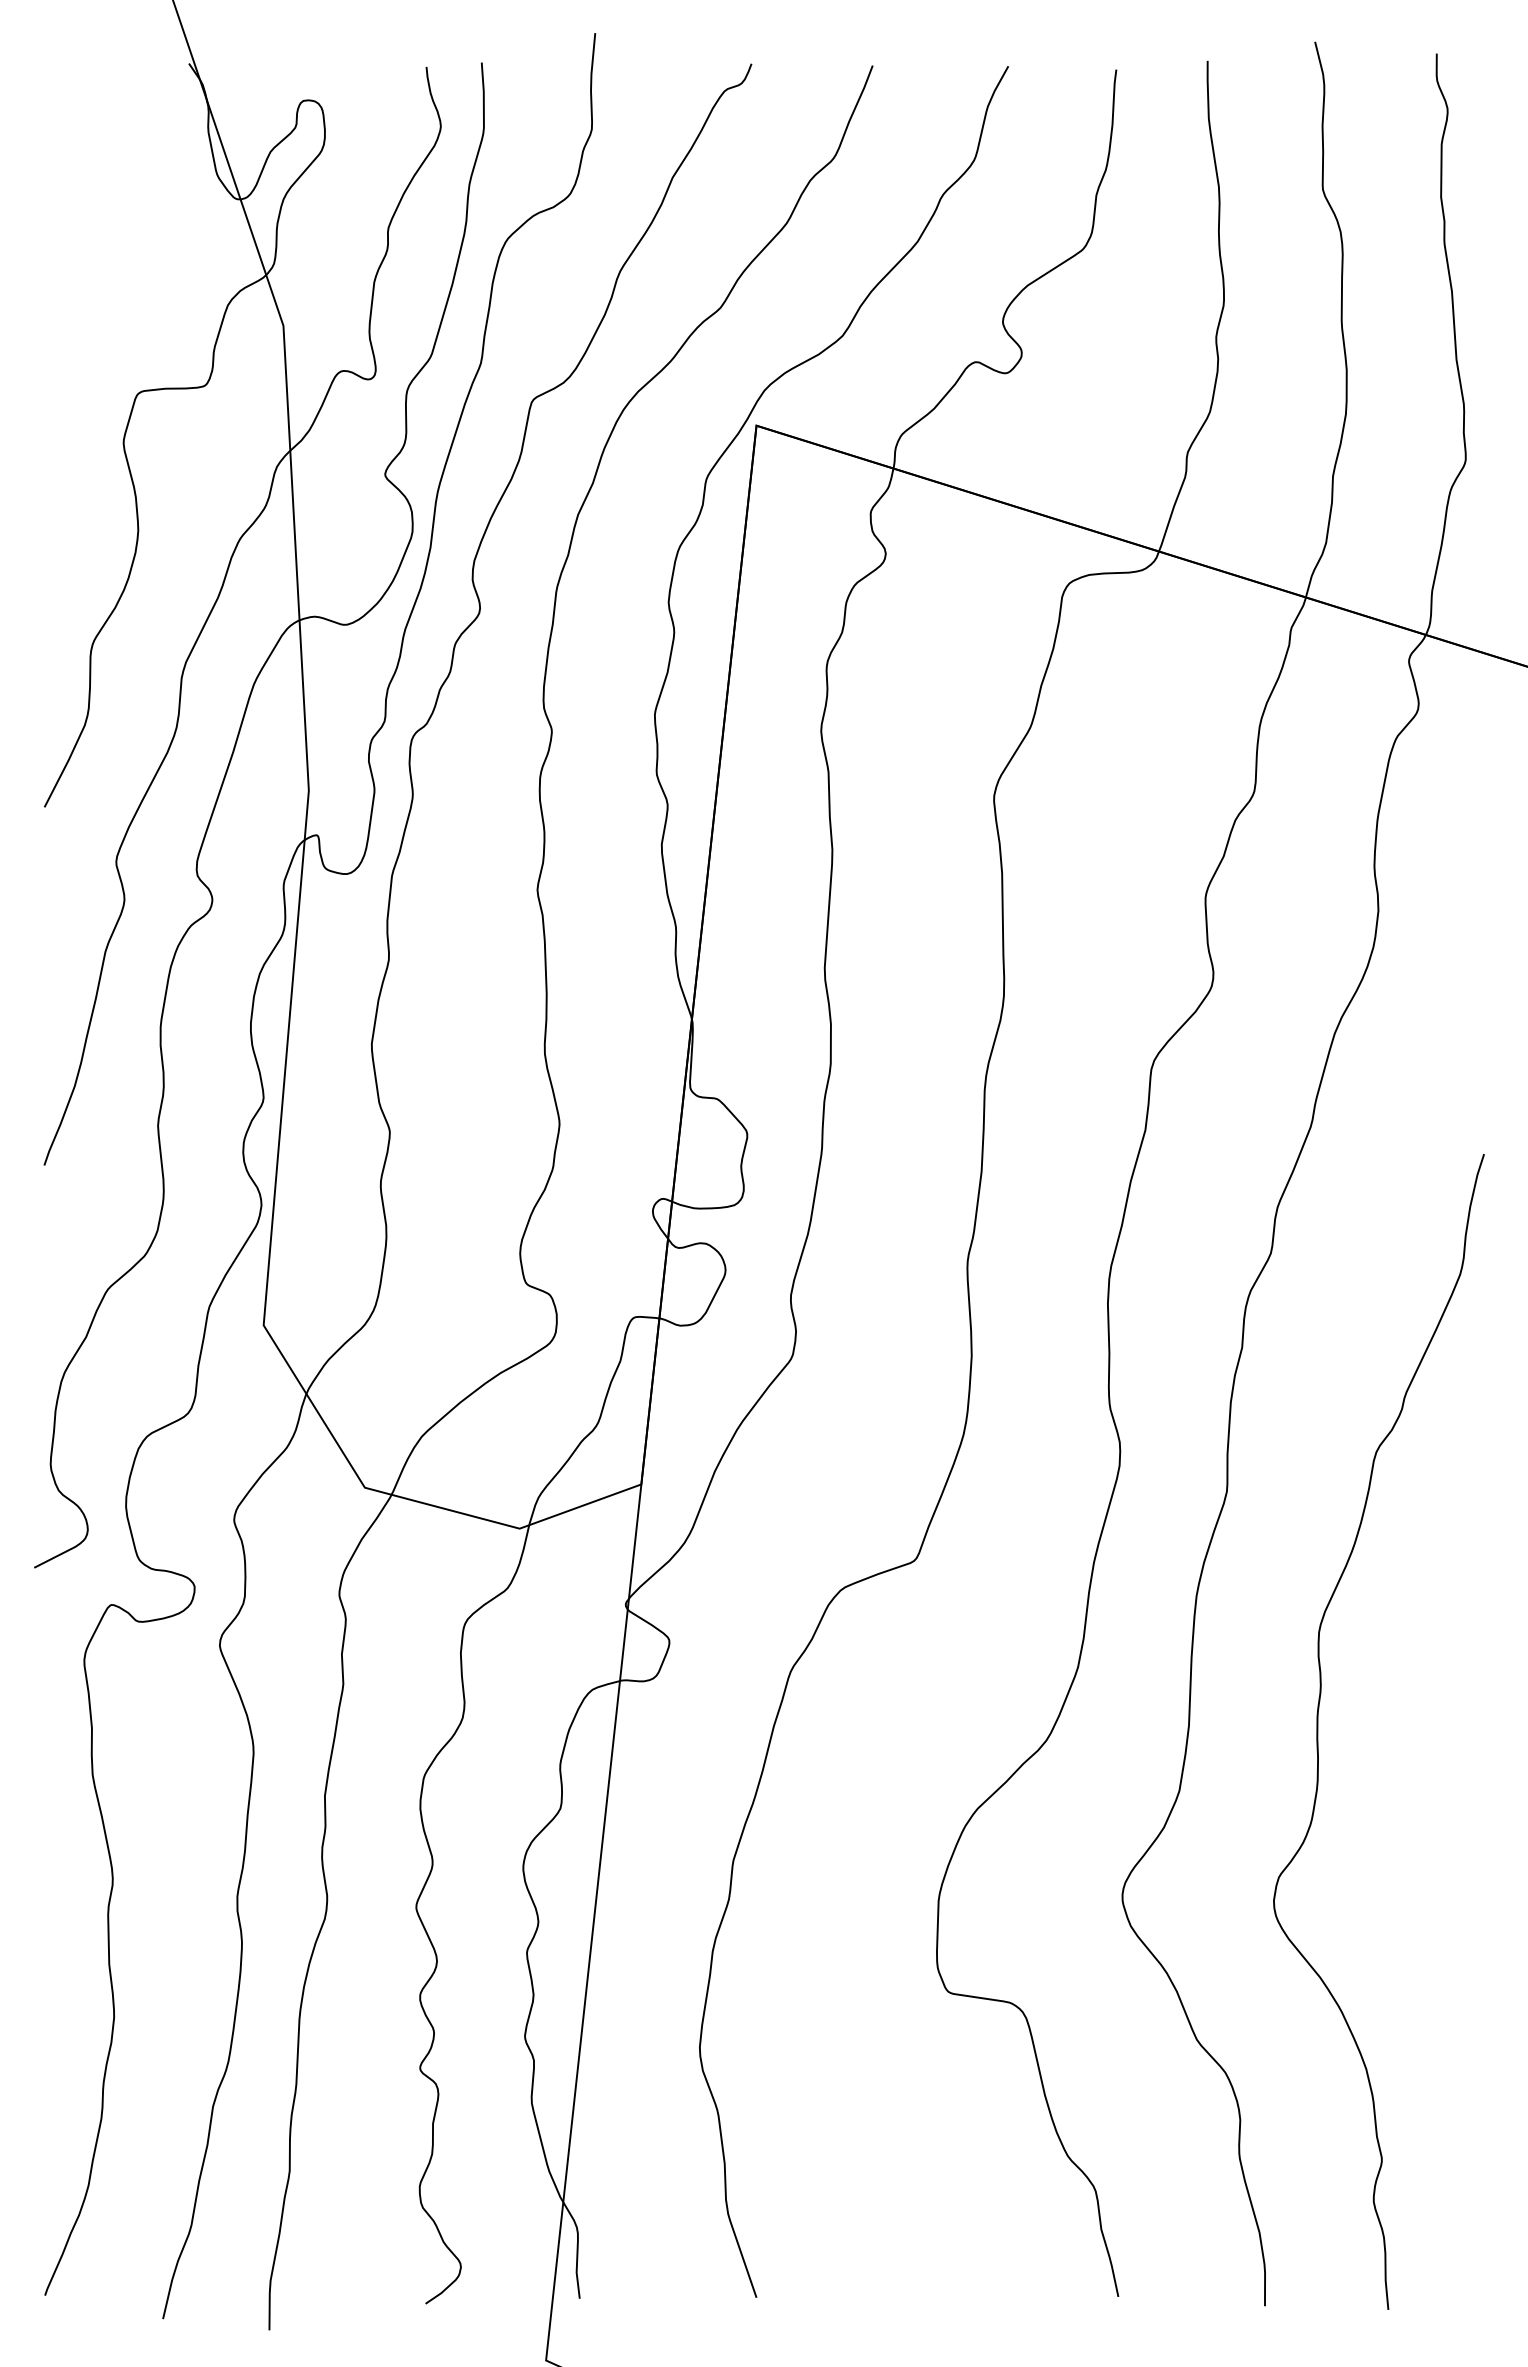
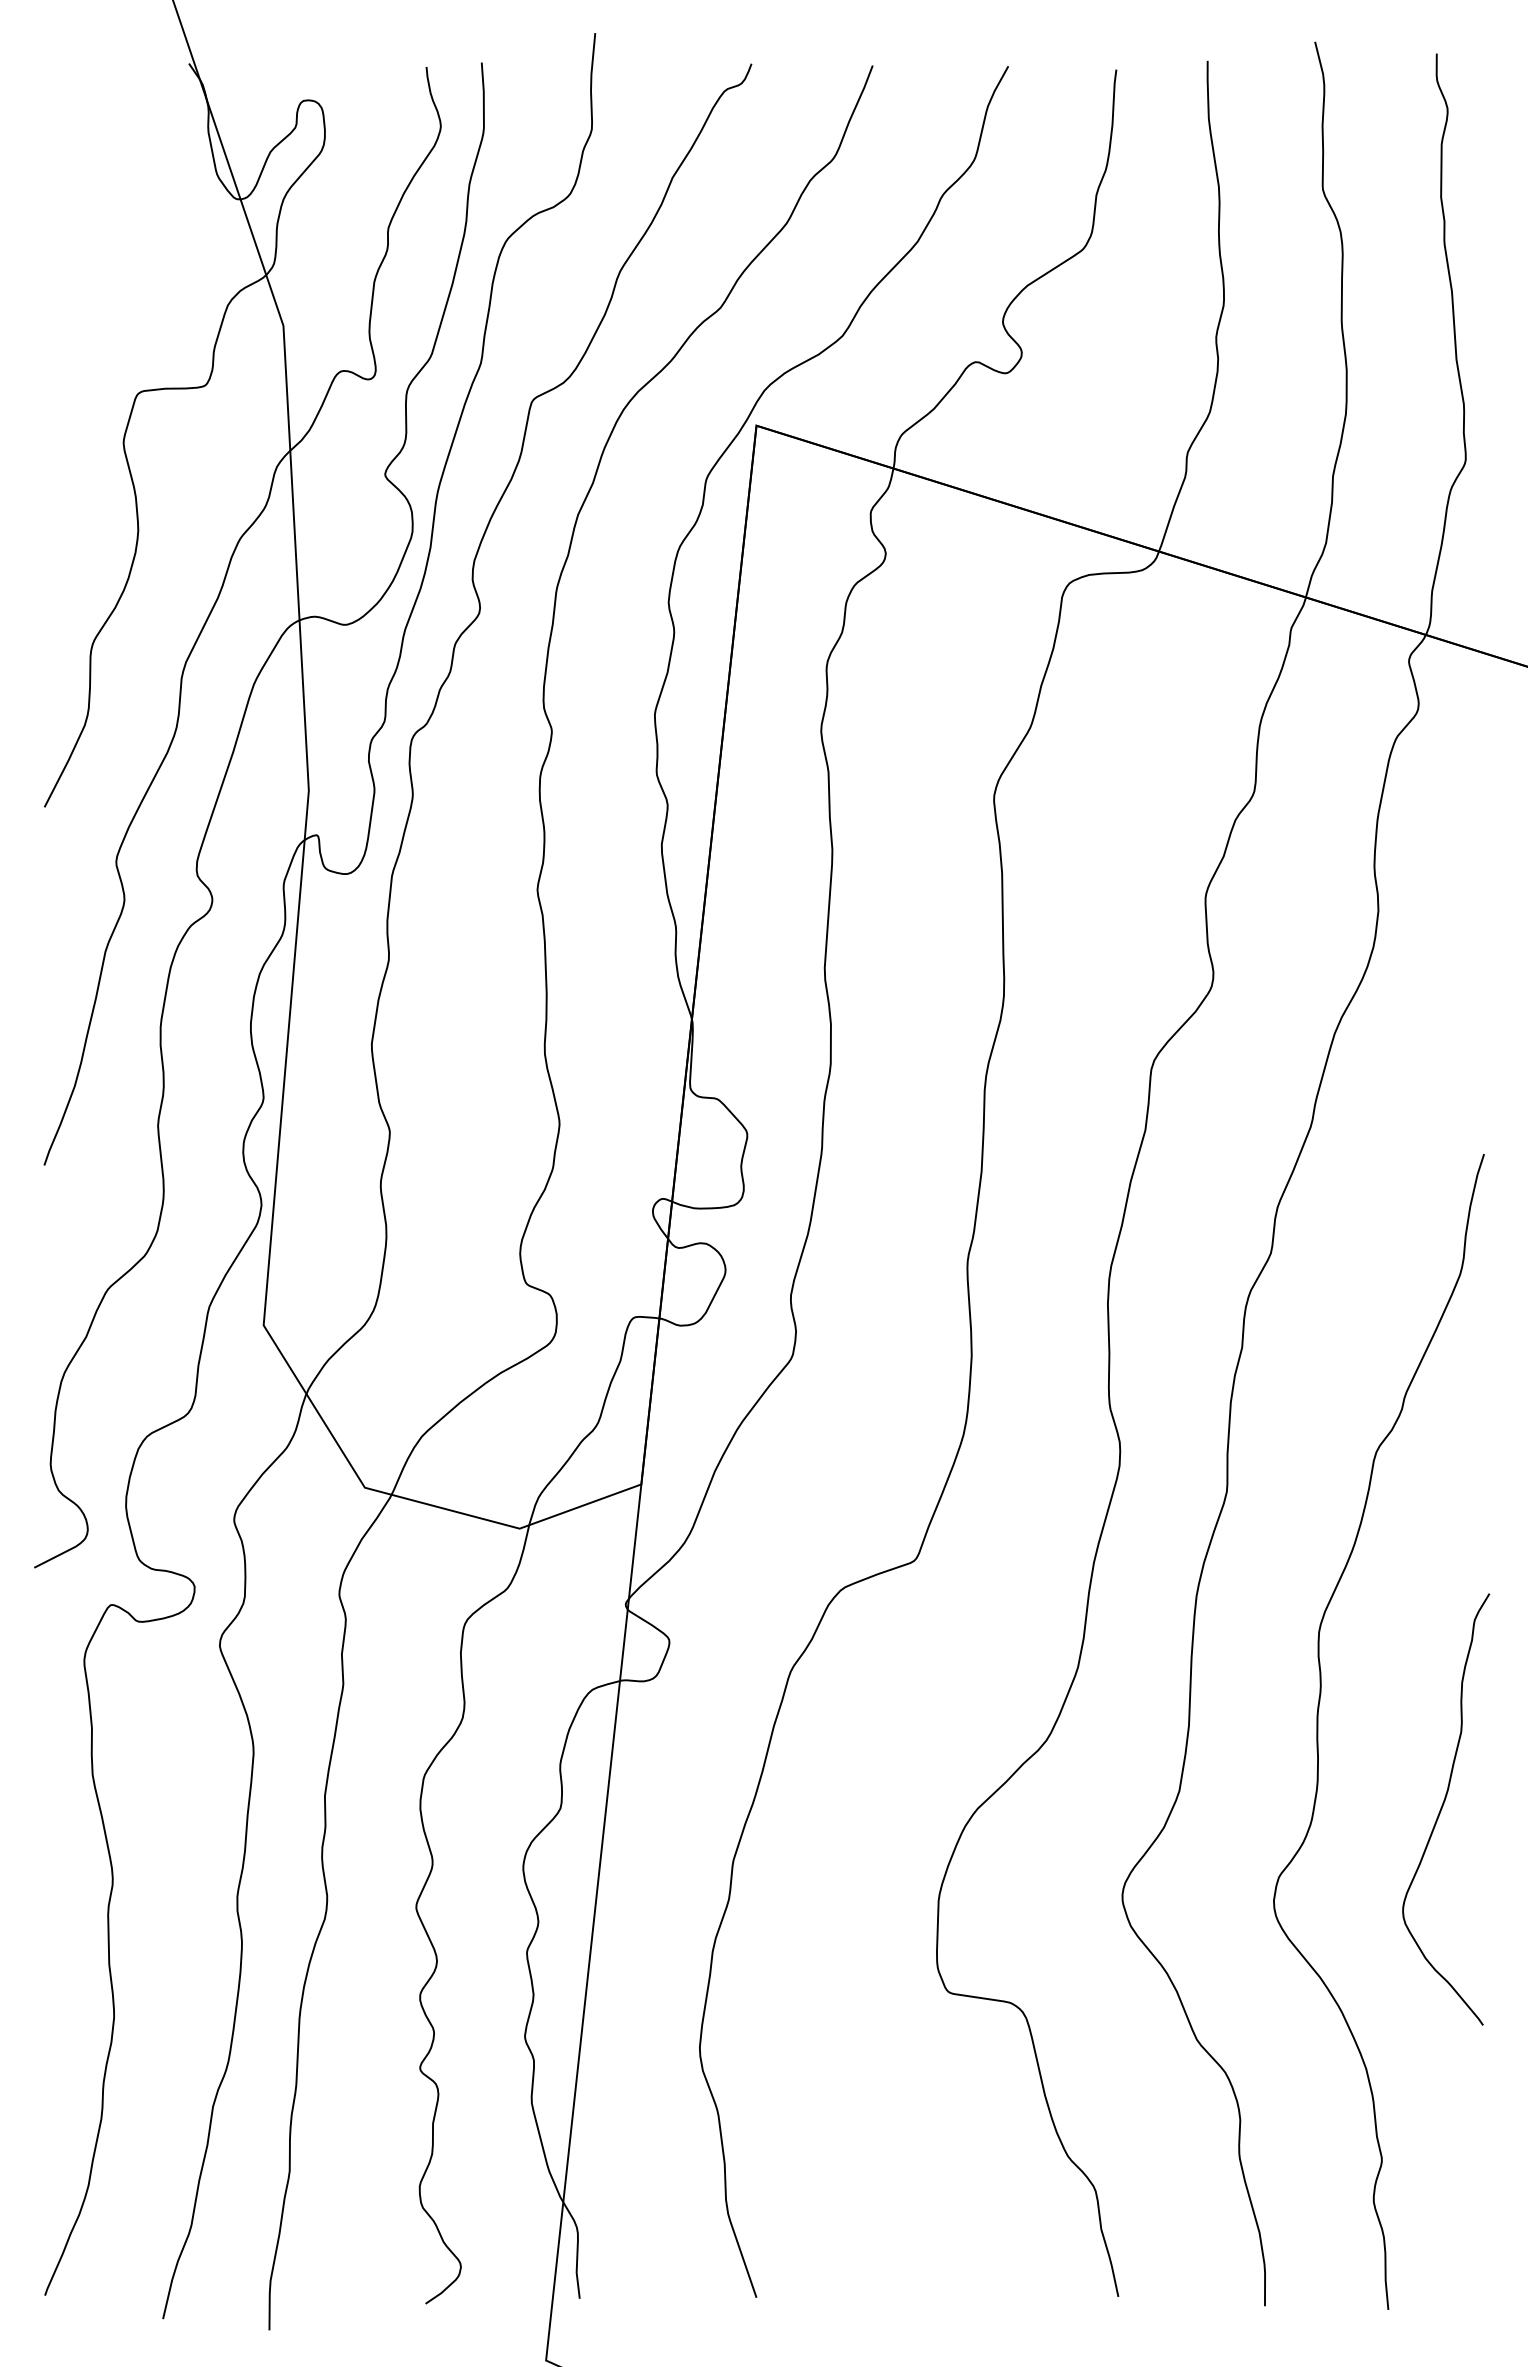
curve at (1442, 1809): none -> present
